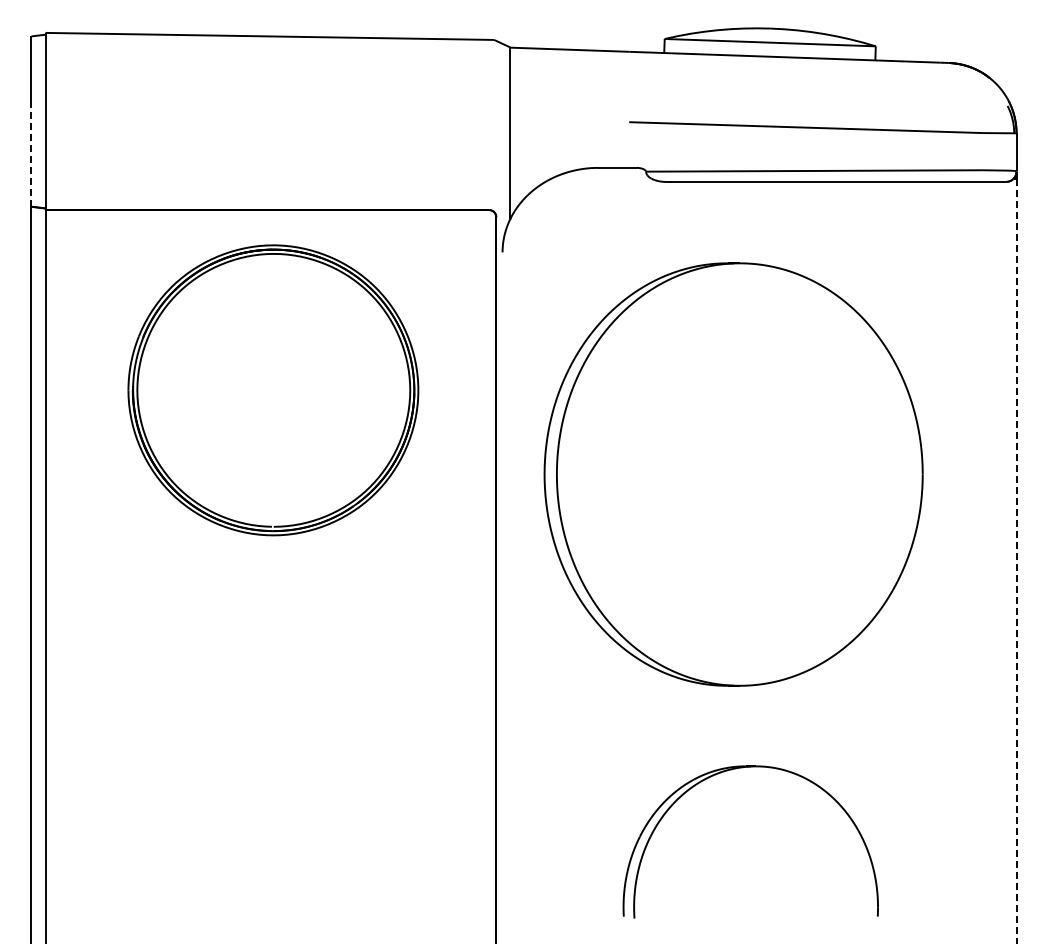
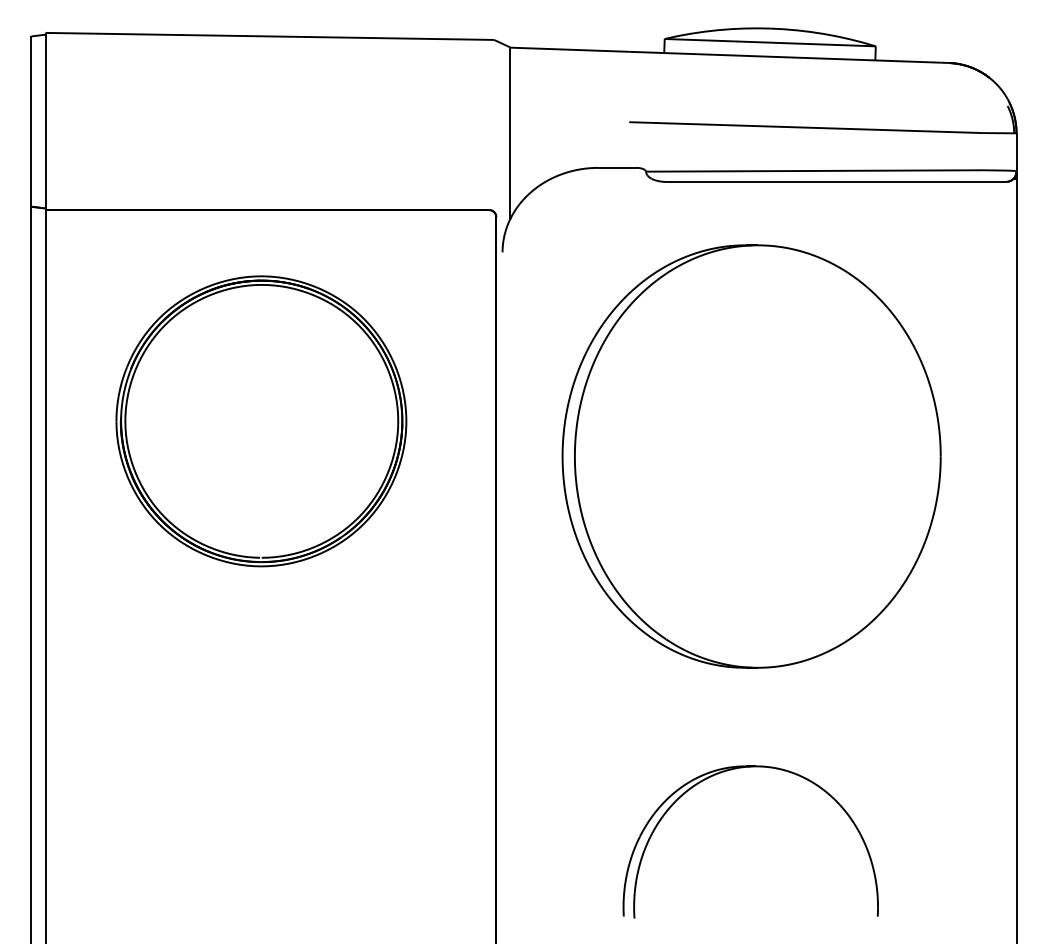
line at (31, 155): dashed -> solid
part at (273, 390) position: (273, 390) -> (261, 421)
part at (733, 474) position: (733, 474) -> (751, 456)
line at (1016, 561): dashed -> solid
